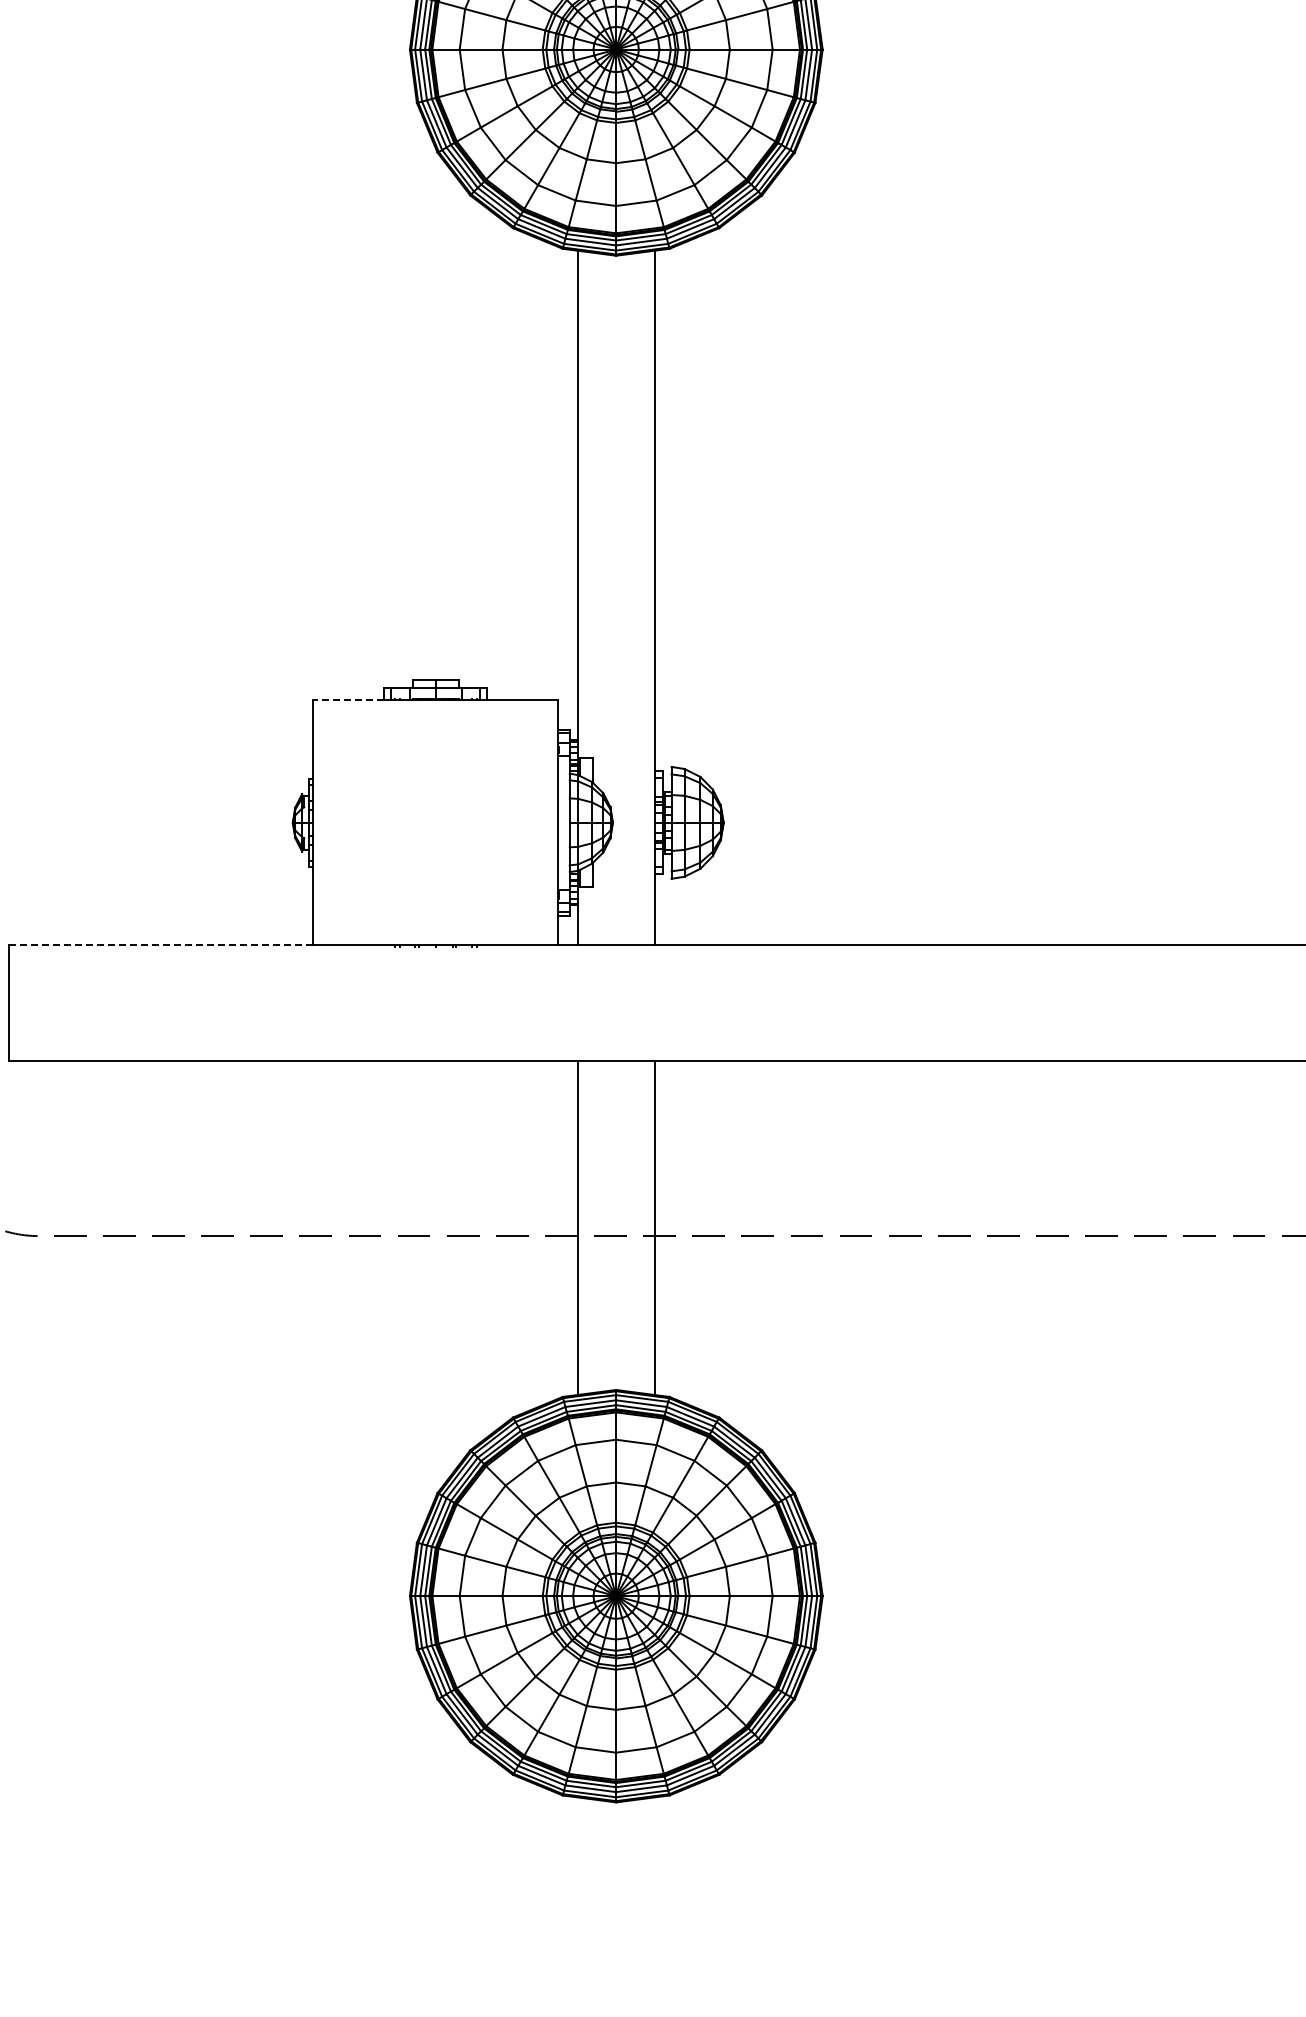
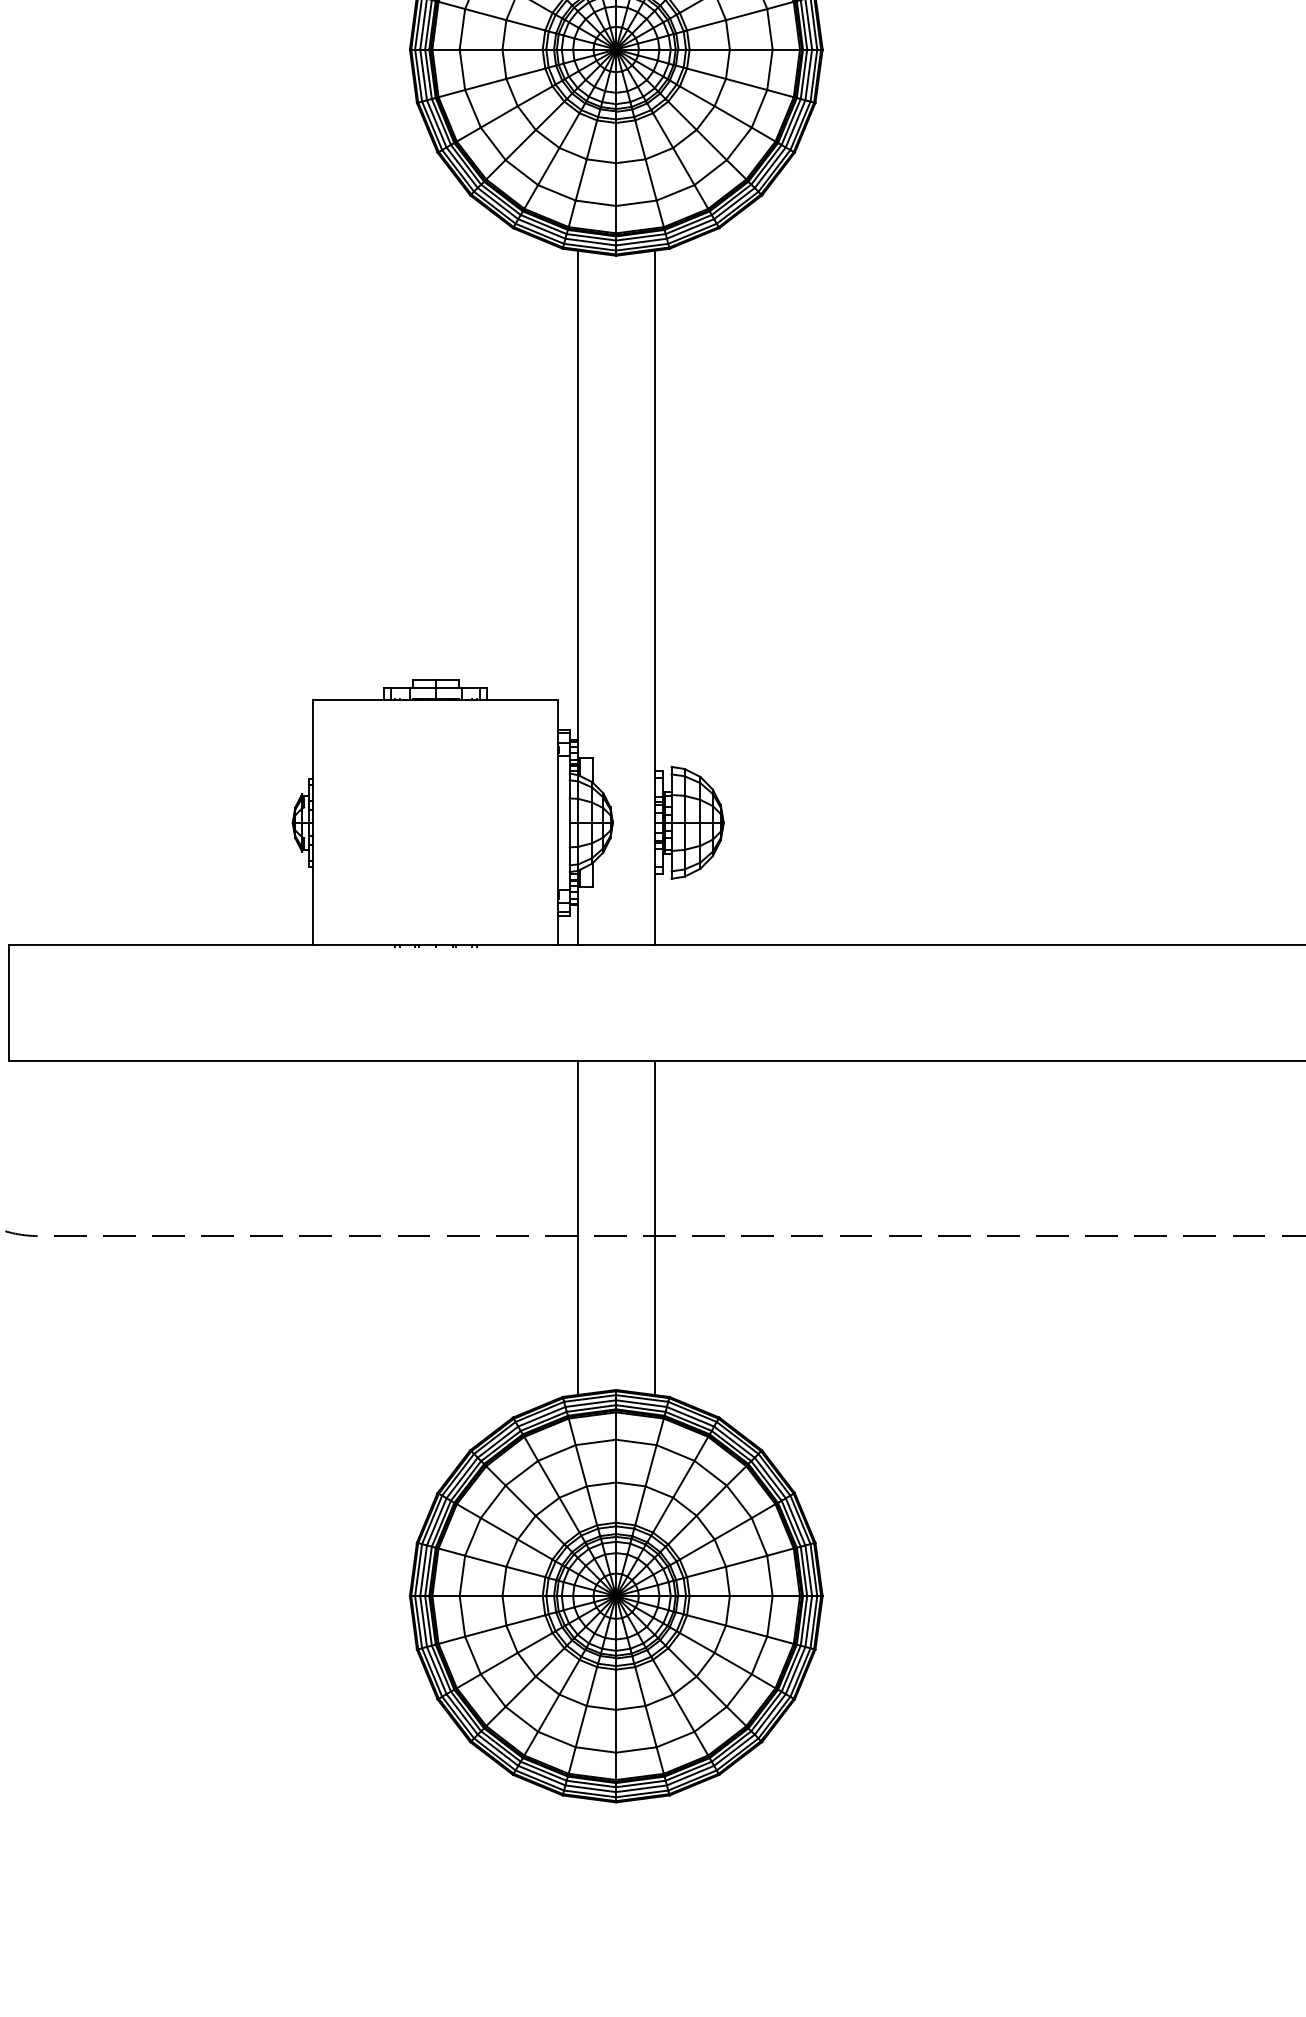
line at (348, 700): dashed -> solid
line at (160, 945): dashed -> solid
